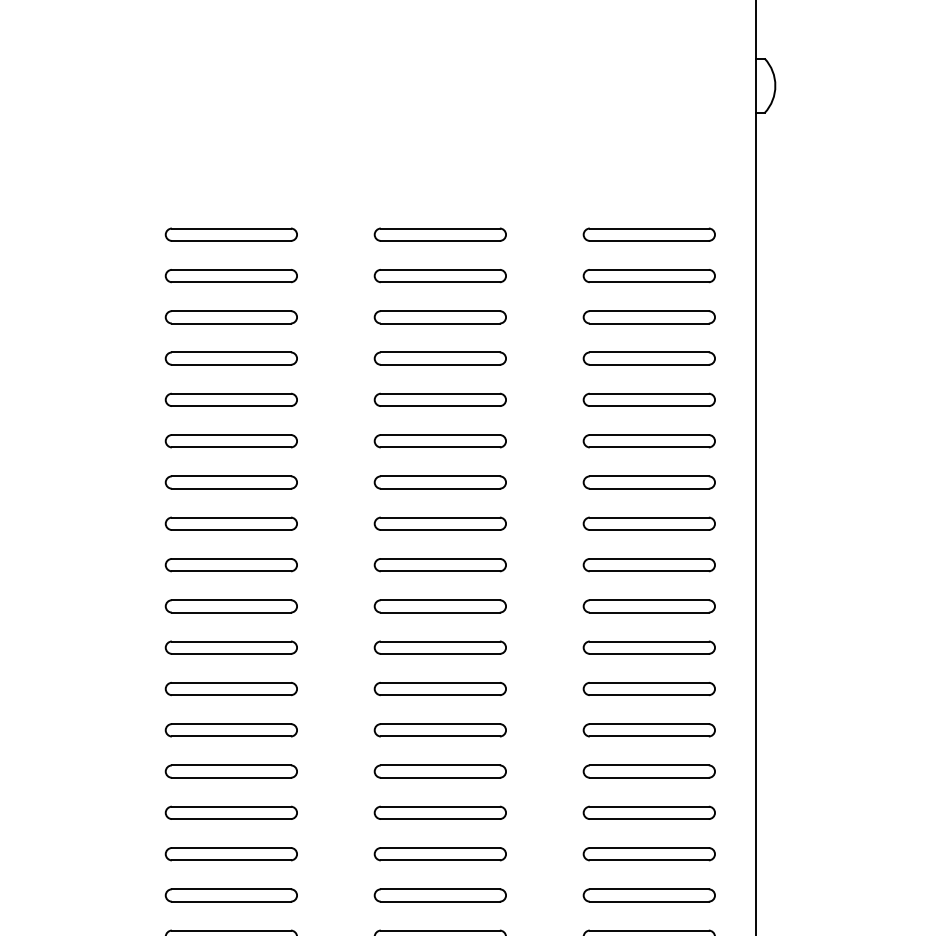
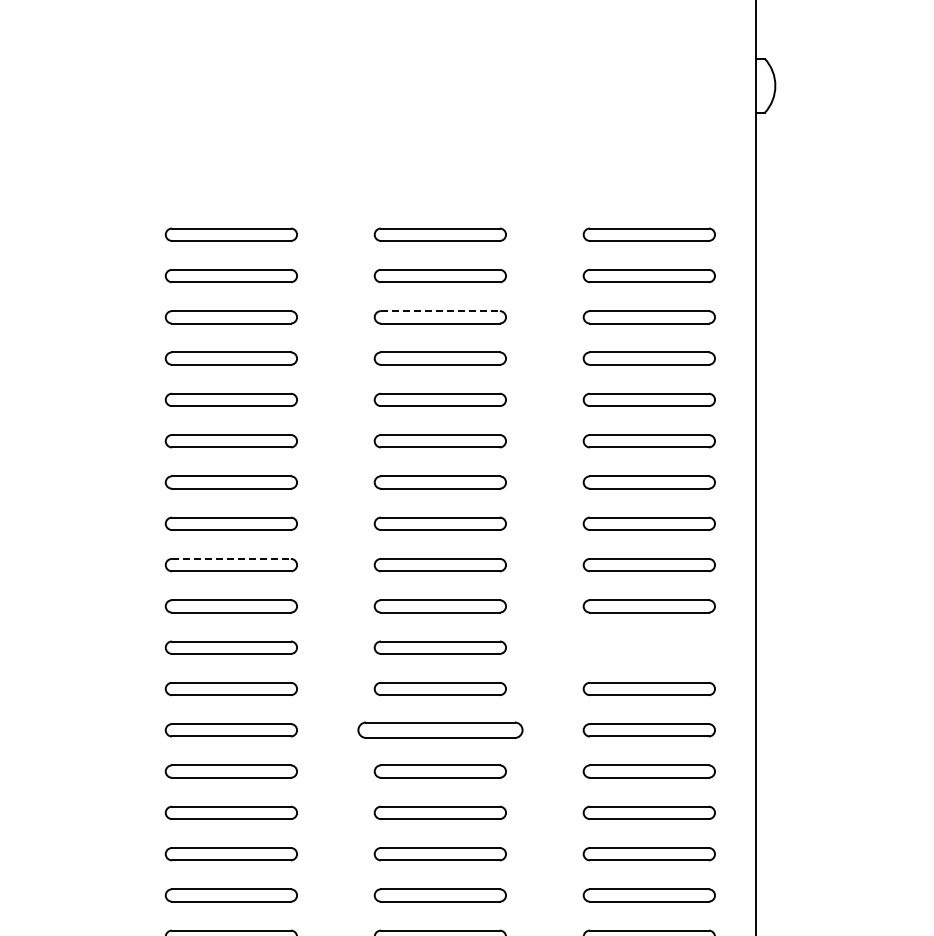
line at (440, 311): solid -> dashed
line at (231, 558): solid -> dashed
part at (648, 647): present -> none
part at (439, 730) size: 134x15 px -> 167x18 px
